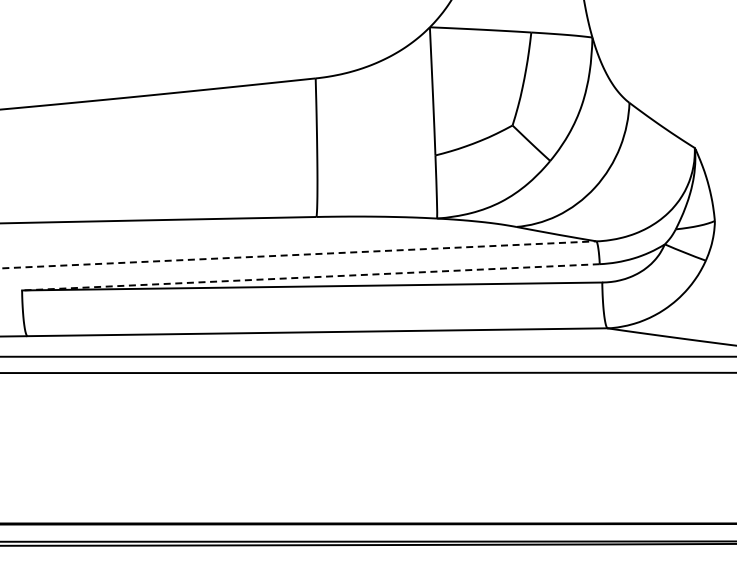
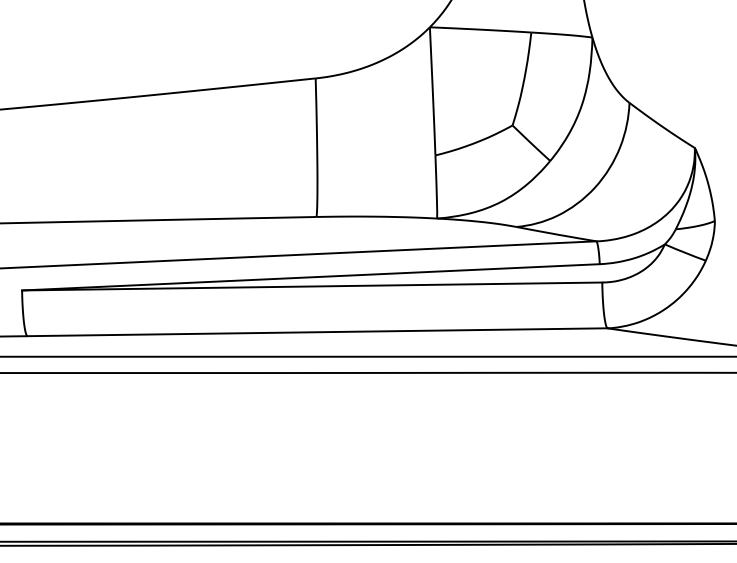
line at (298, 254): dashed -> solid
line at (310, 277): dashed -> solid
